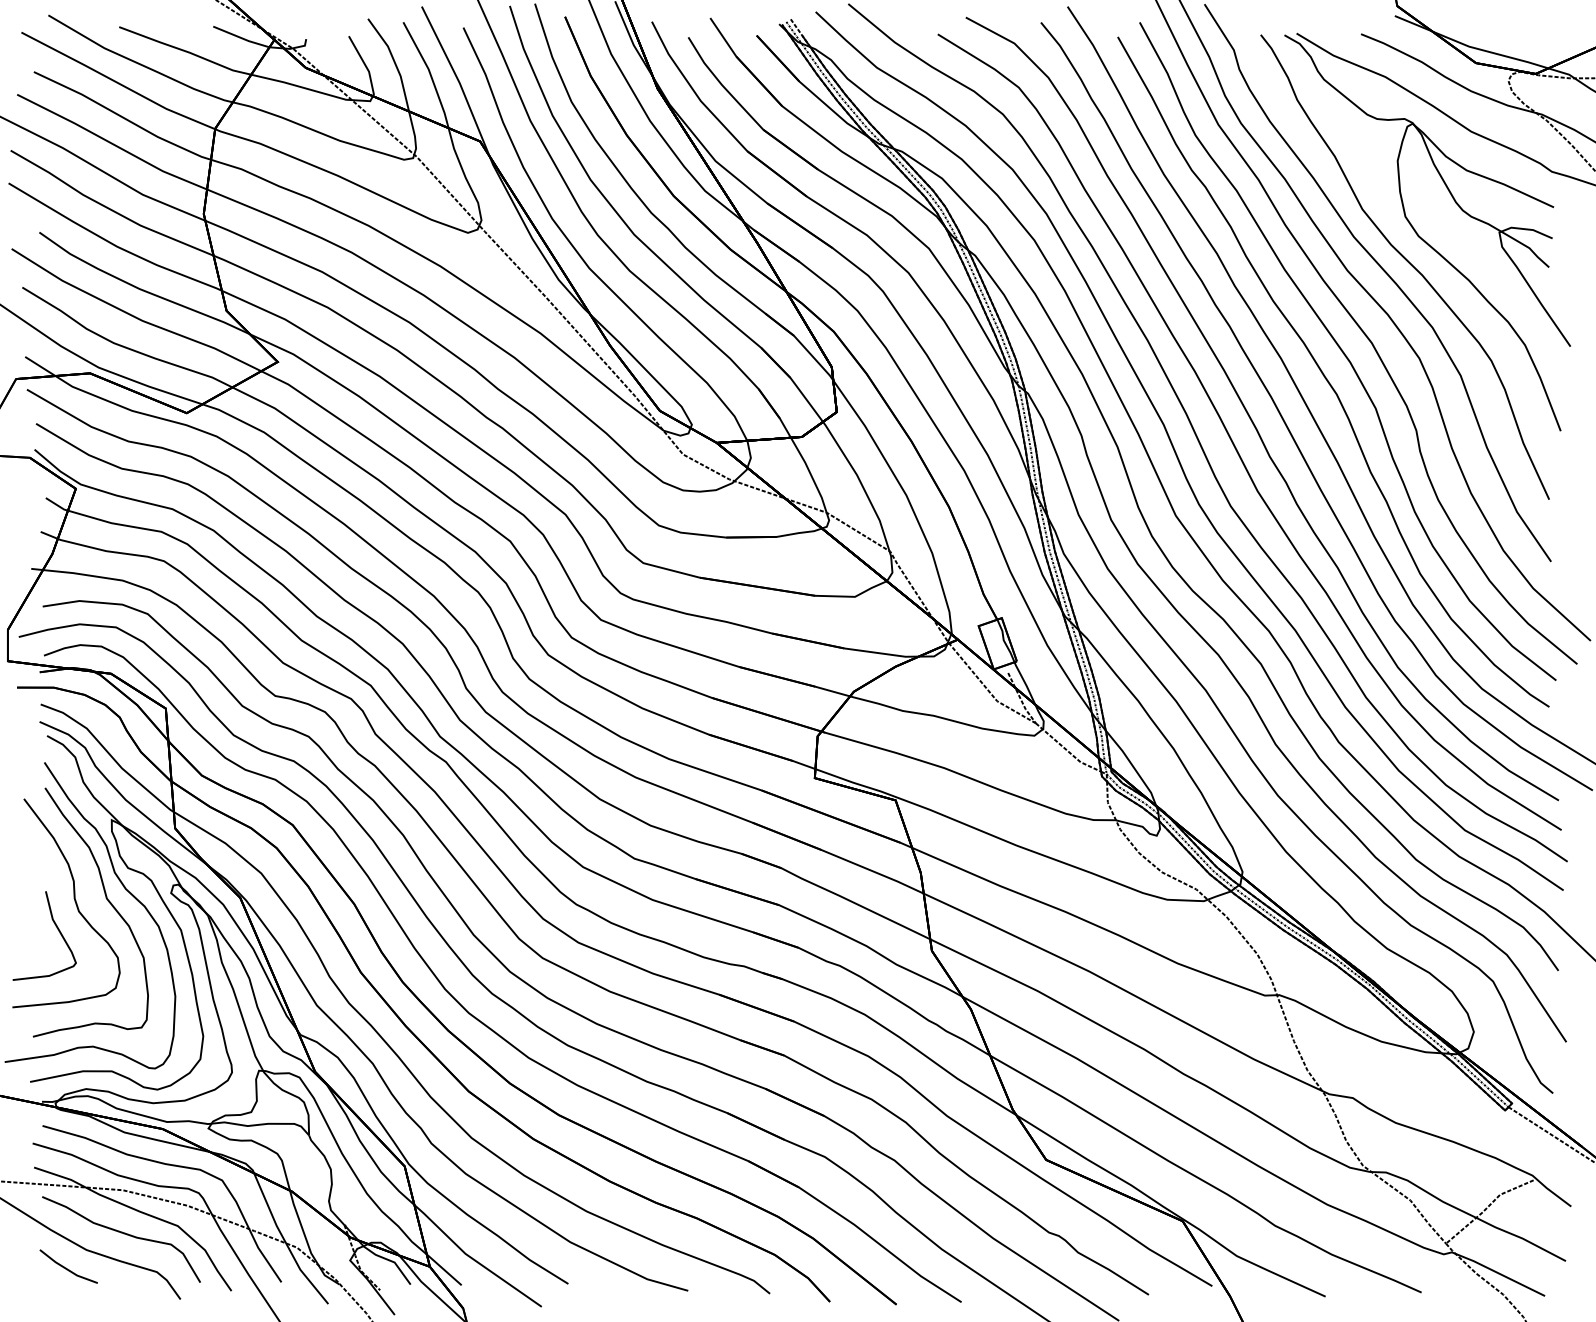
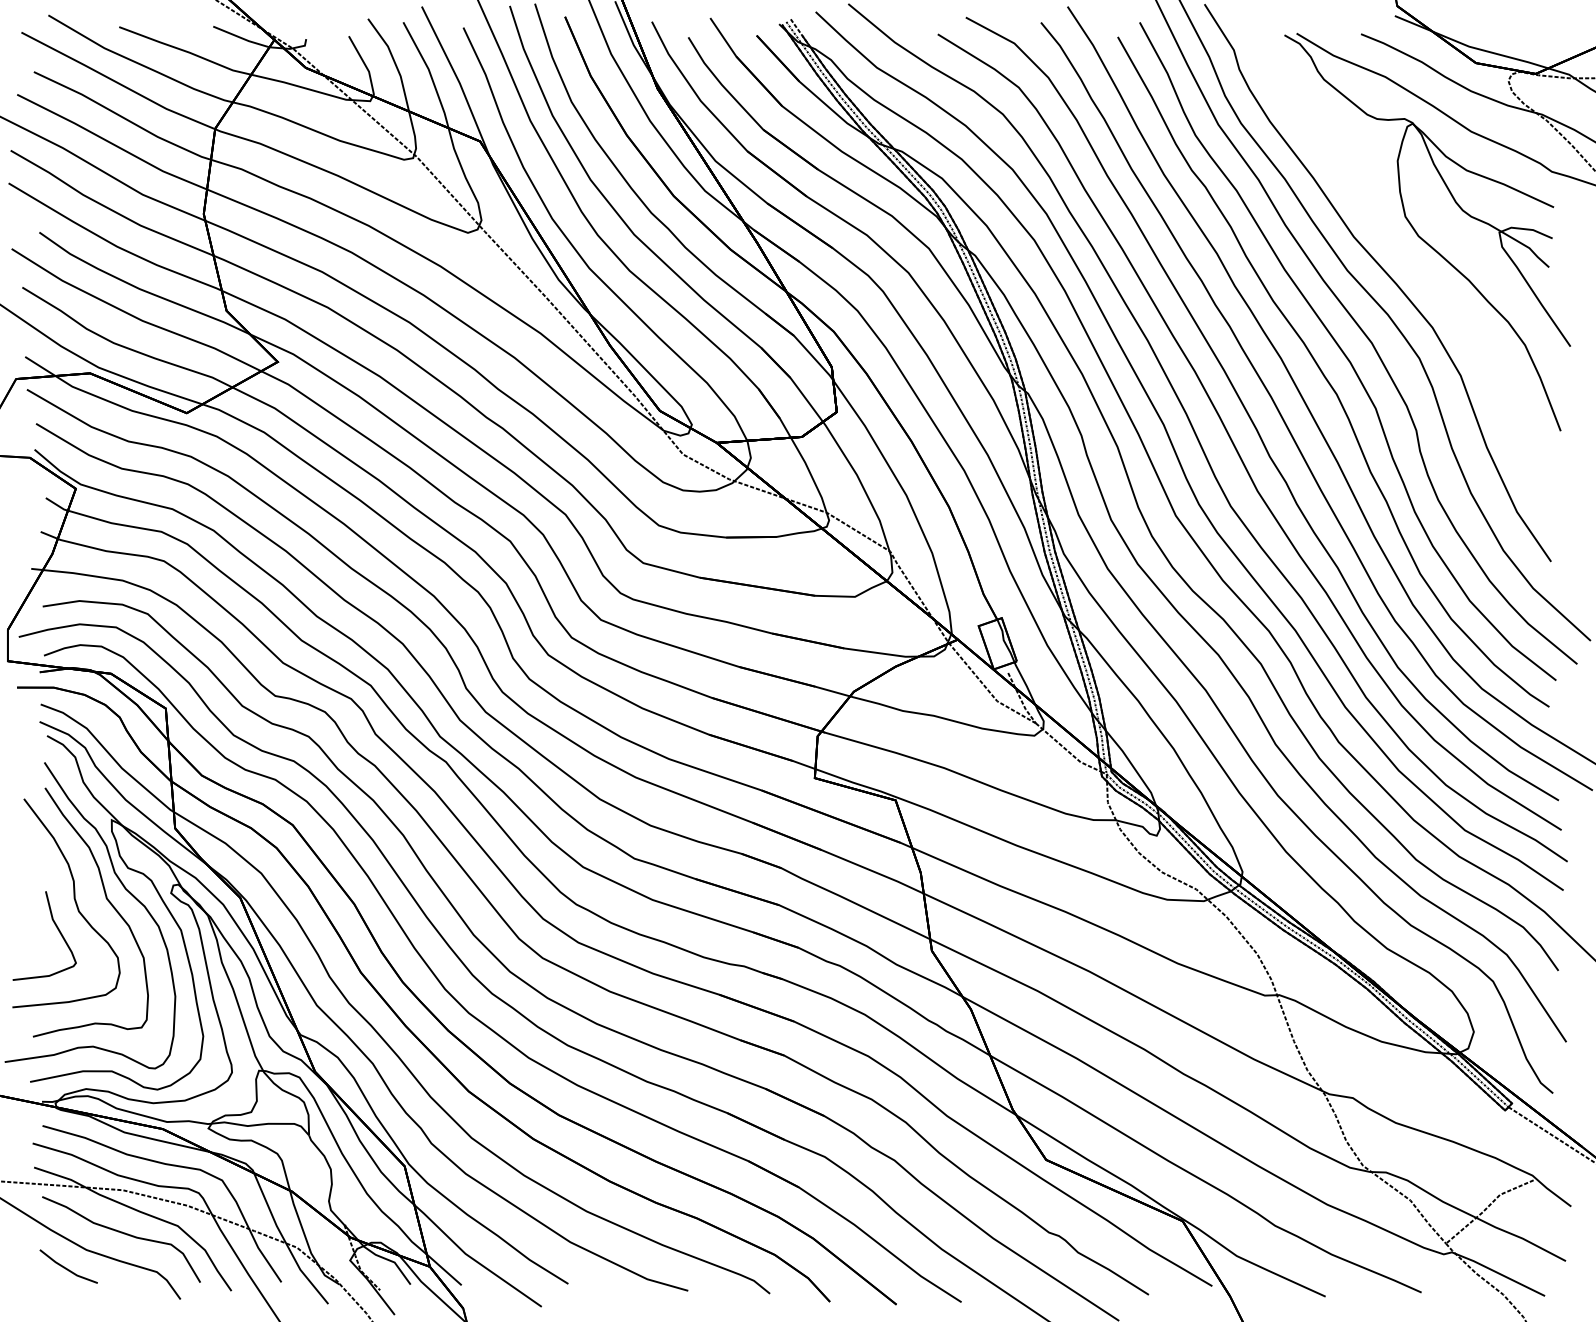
curve at (1407, 262): present -> none
